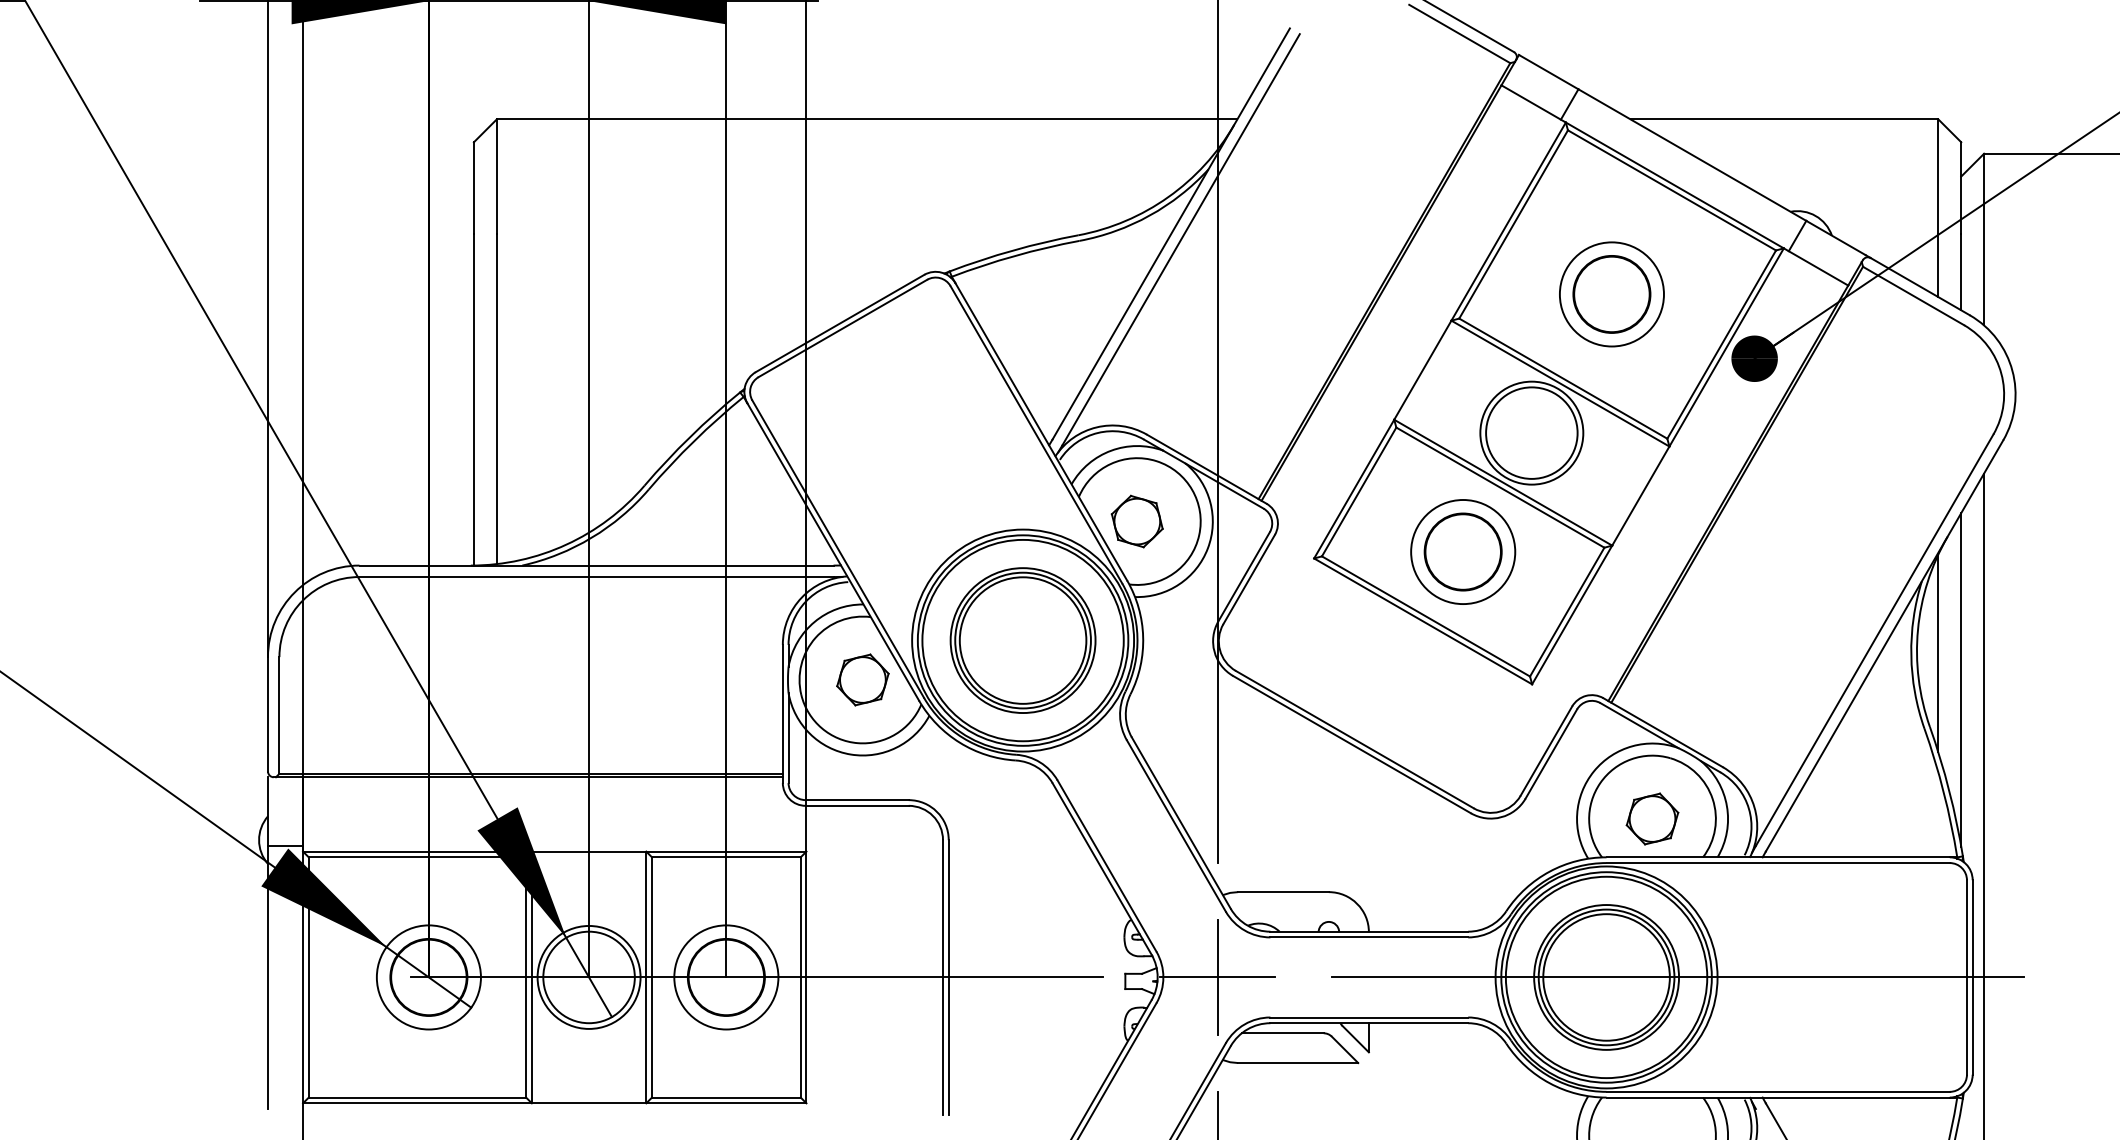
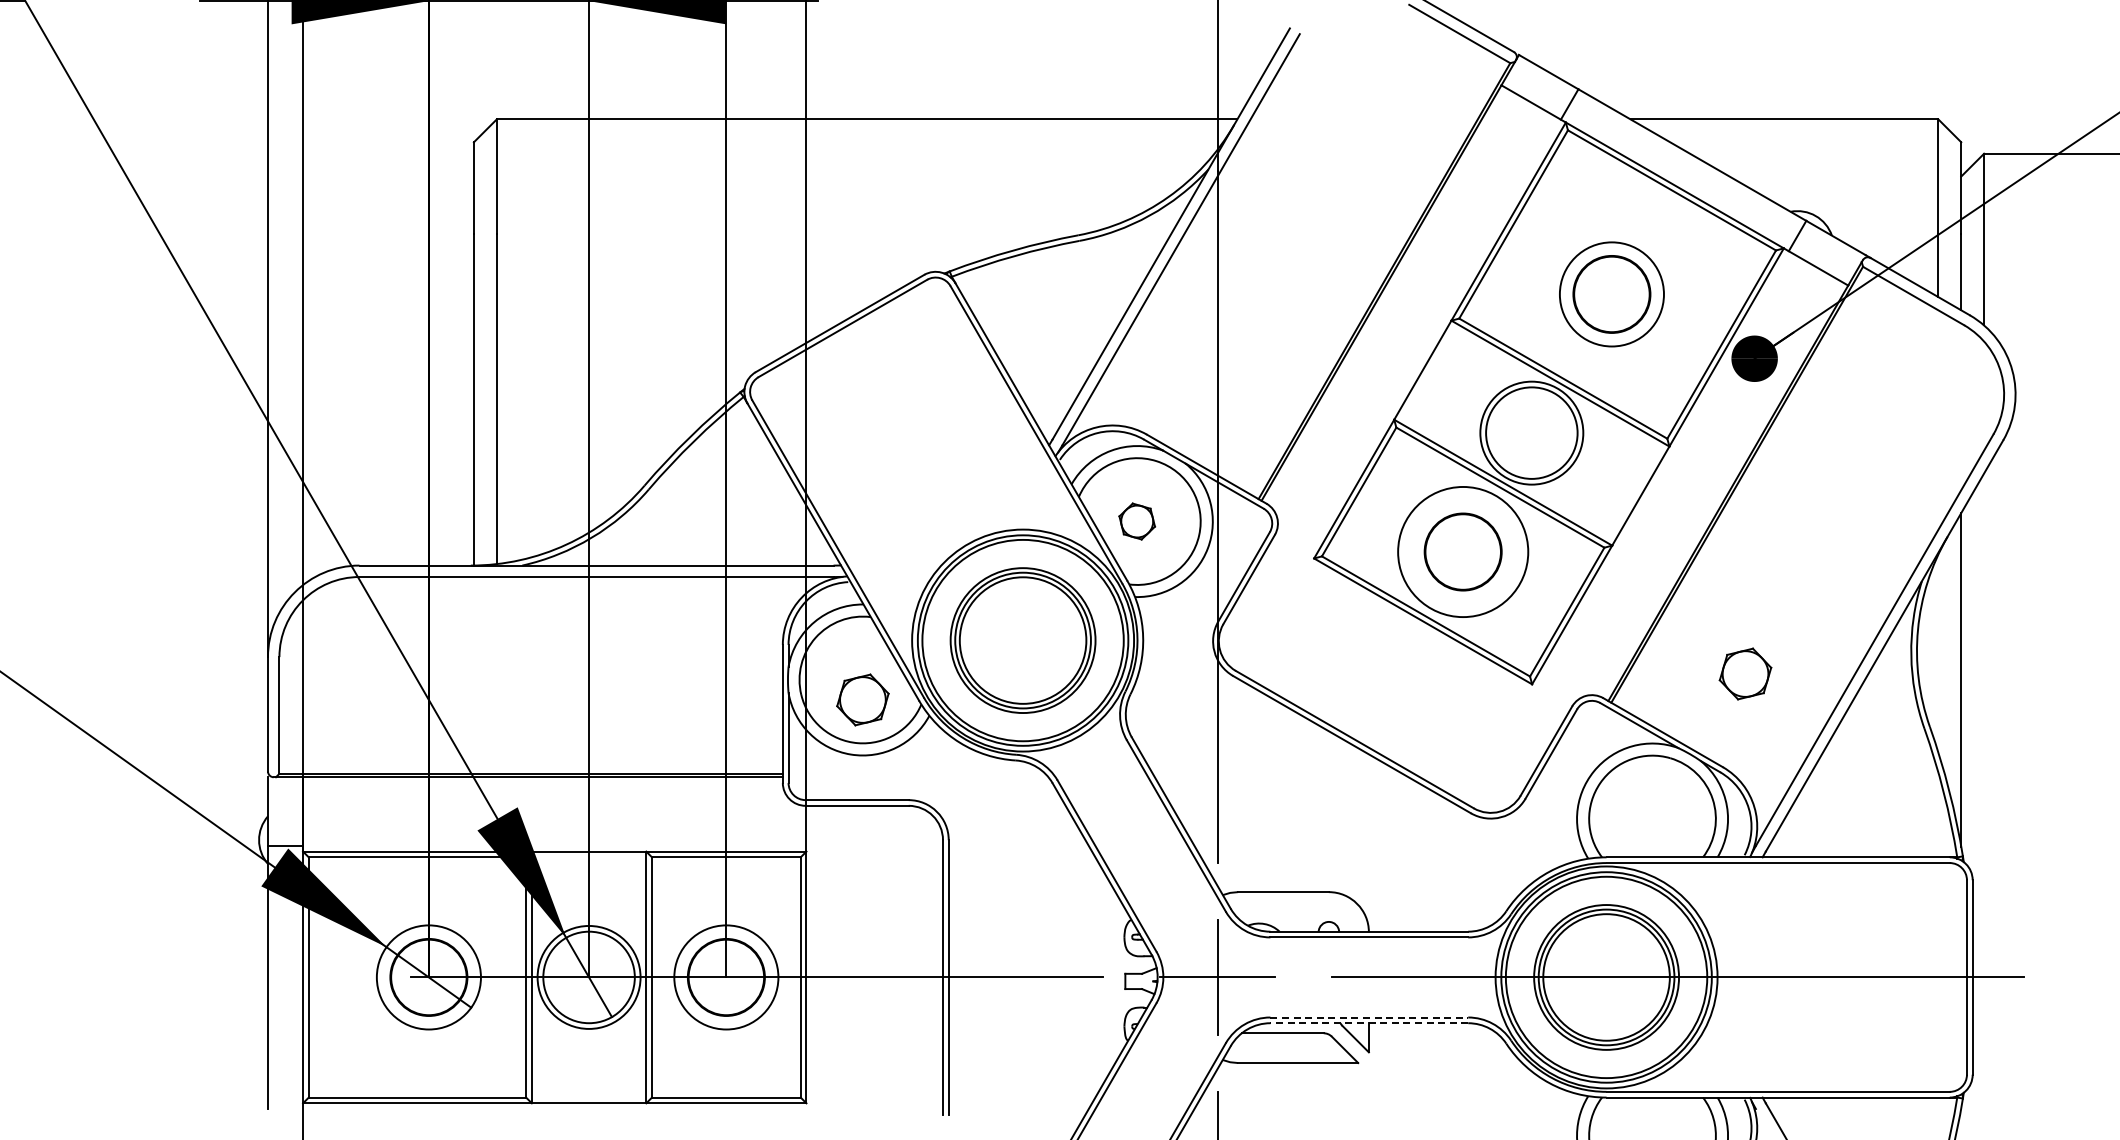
part at (1136, 521) size: 54x55 px -> 39x39 px
circle at (1463, 552) diameter: 104 px -> 130 px
line at (1938, 653): present -> none
part at (862, 679) position: (862, 679) -> (862, 699)
line at (1984, 804): present -> none
part at (1652, 818) position: (1652, 818) -> (1745, 673)
line at (1369, 1017): solid -> dashed
line at (1369, 1023): solid -> dashed
